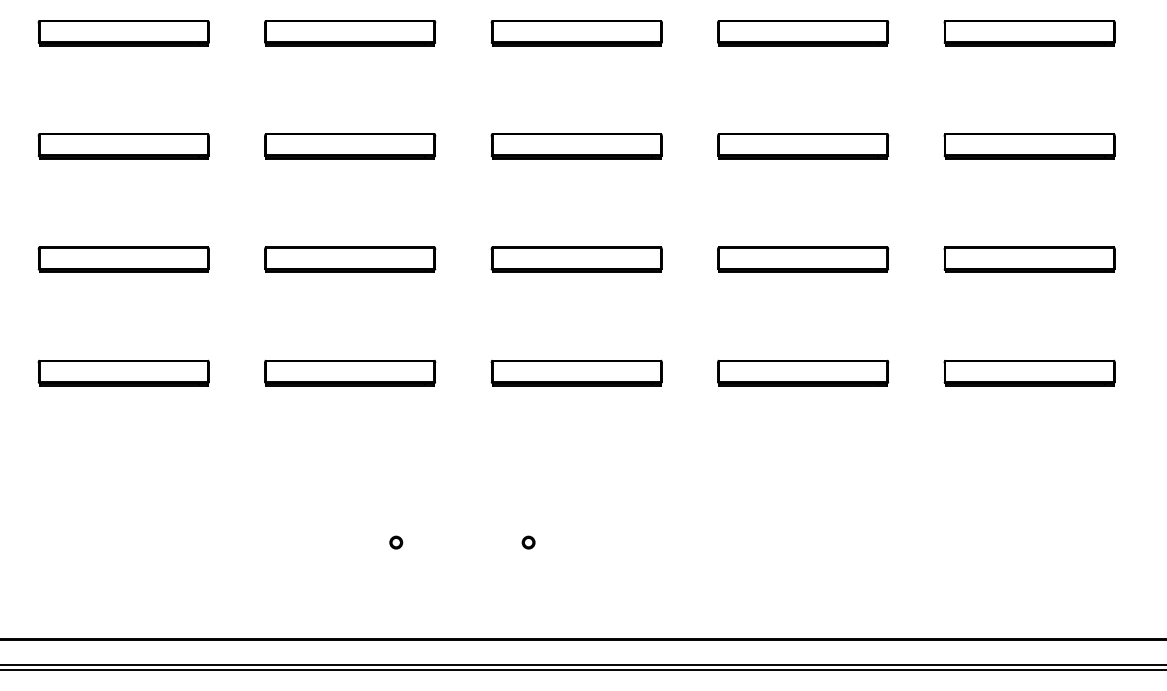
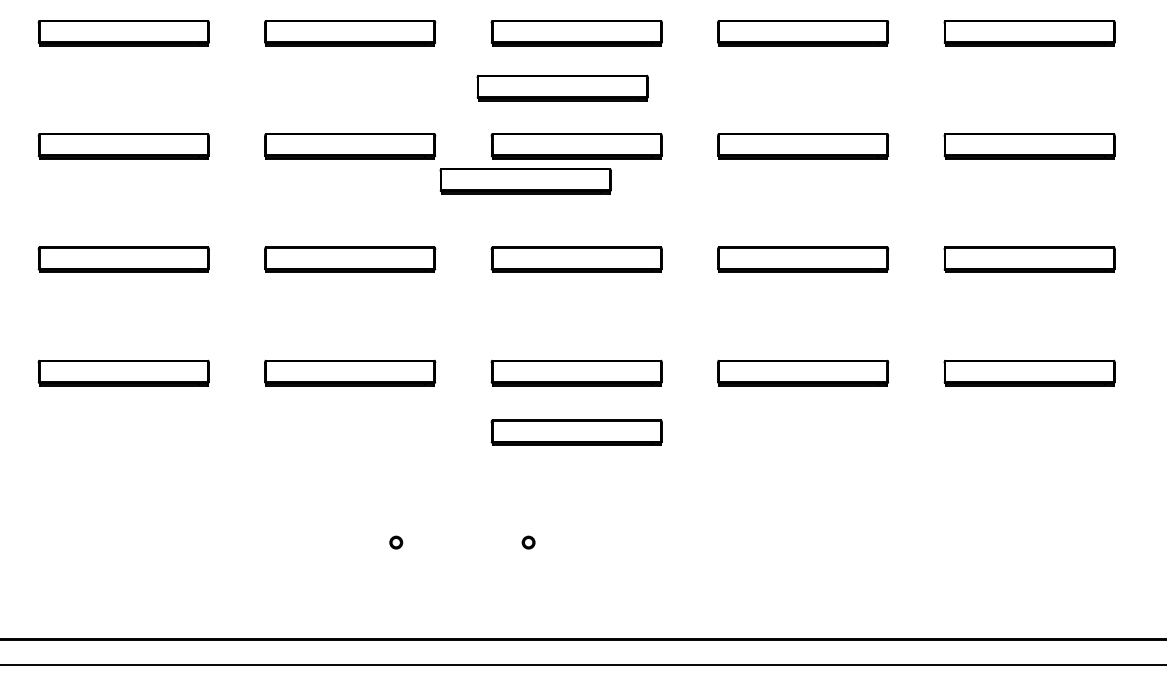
part at (562, 87): none -> present
part at (525, 181): none -> present
part at (576, 432): none -> present
line at (582, 670): present -> none
